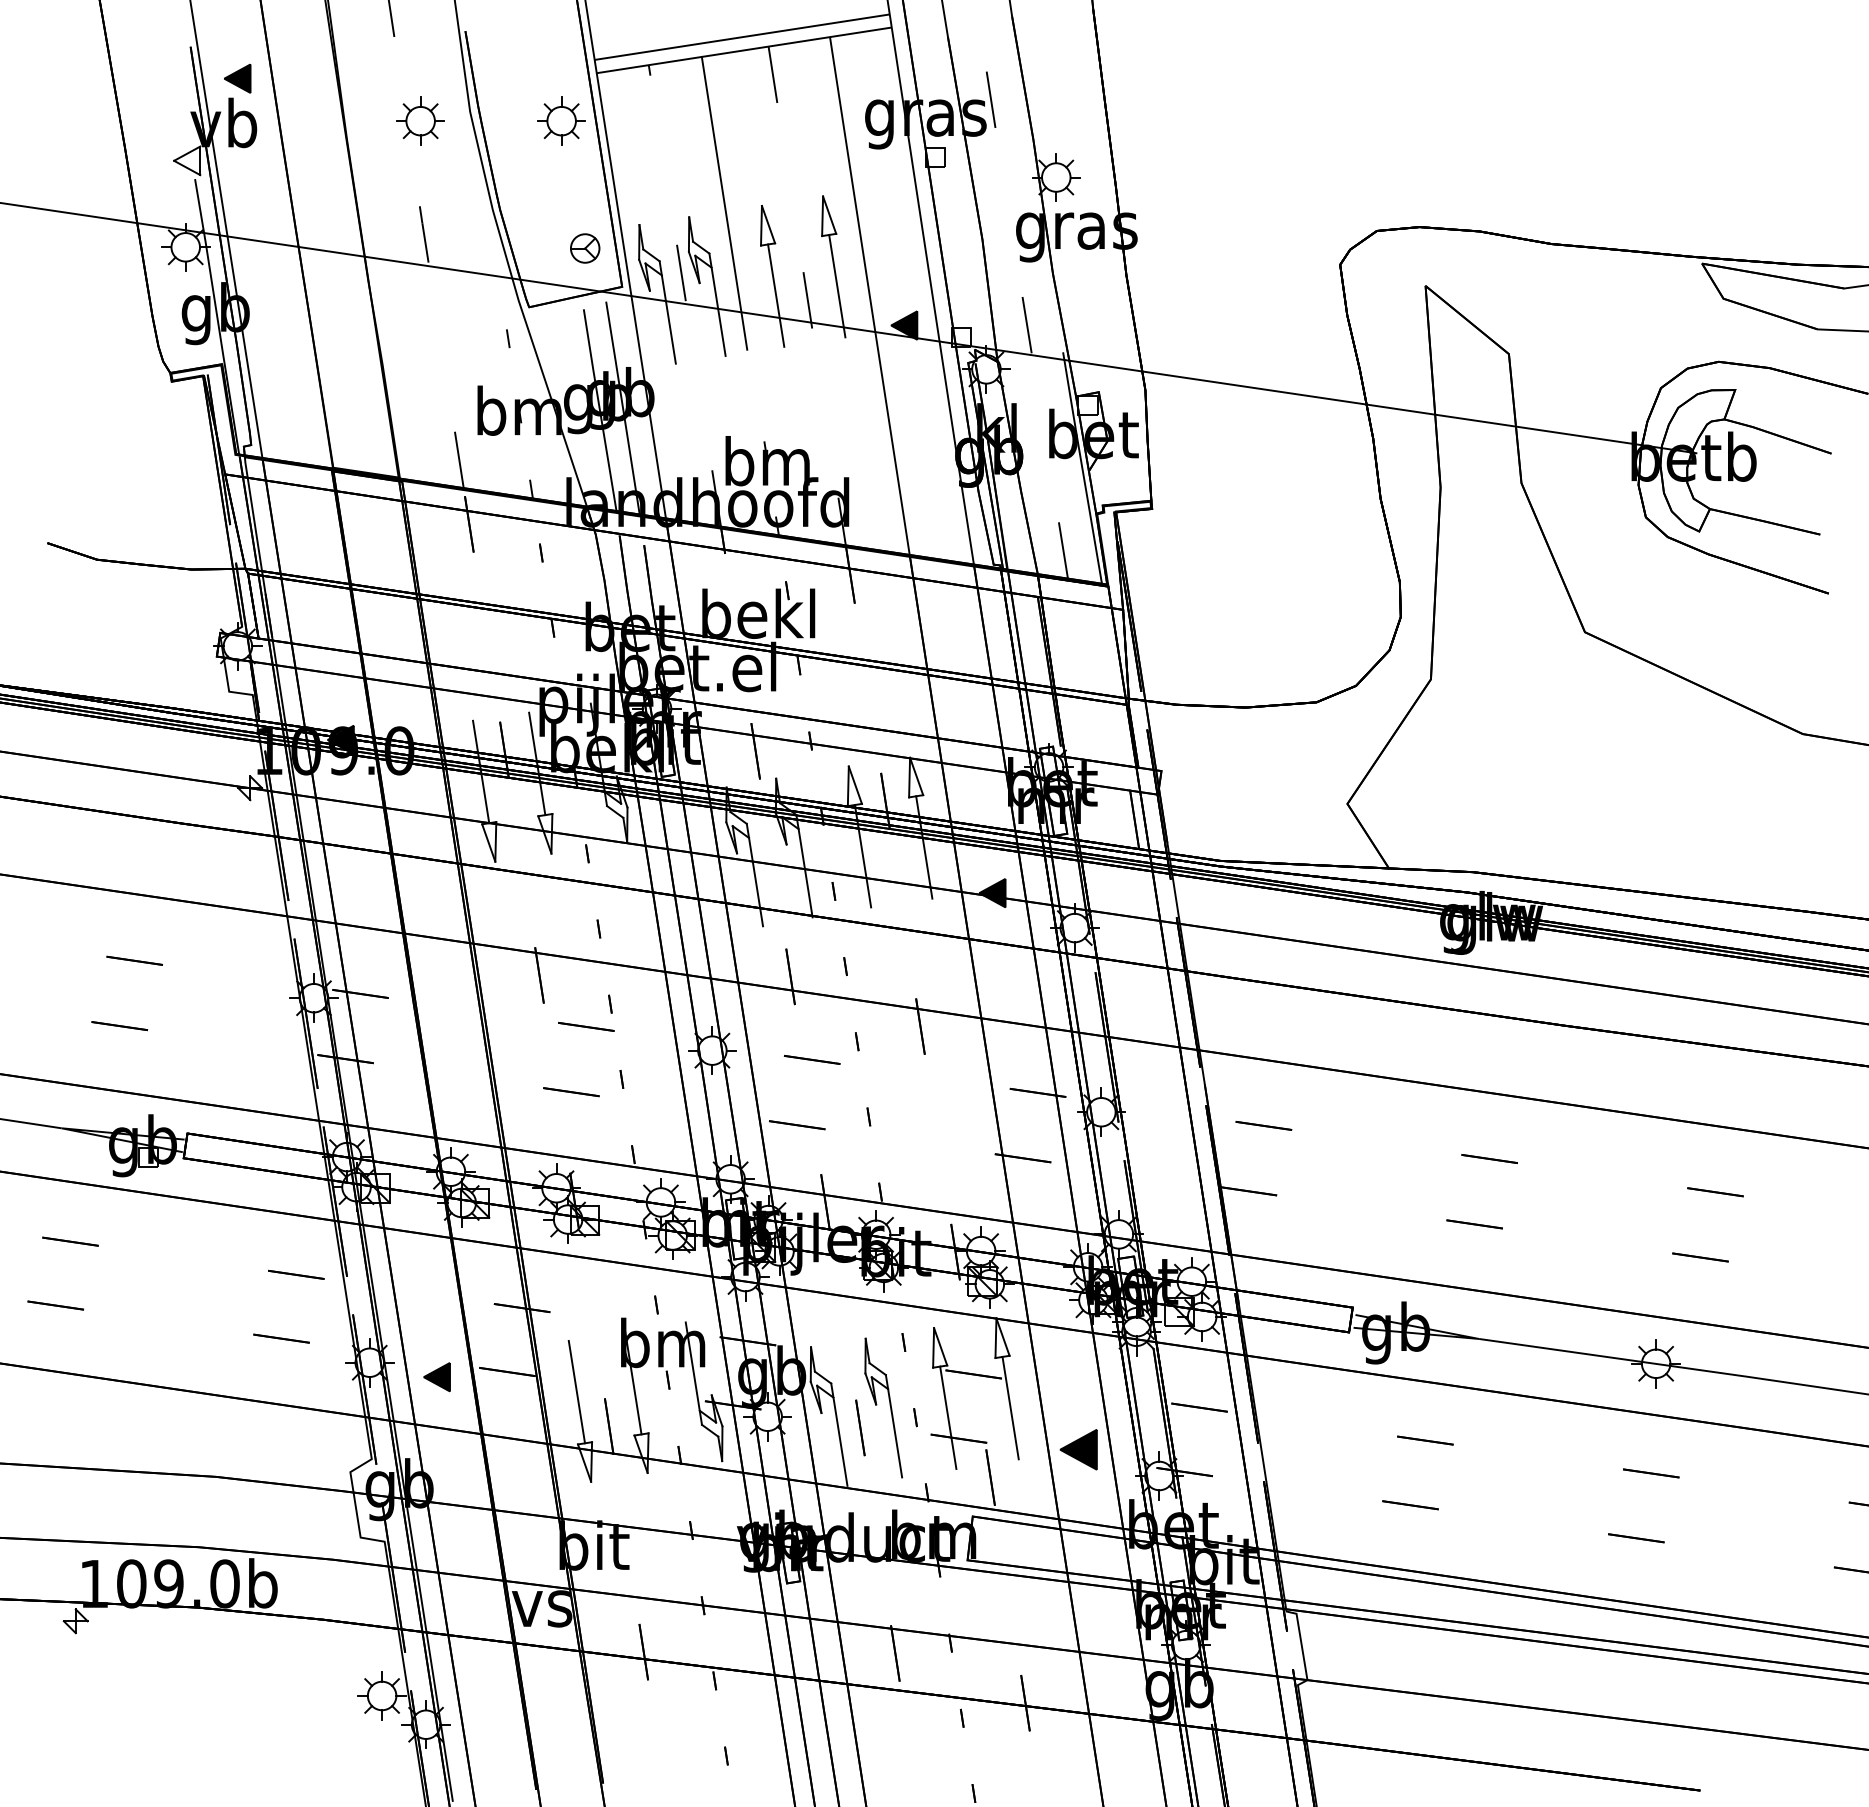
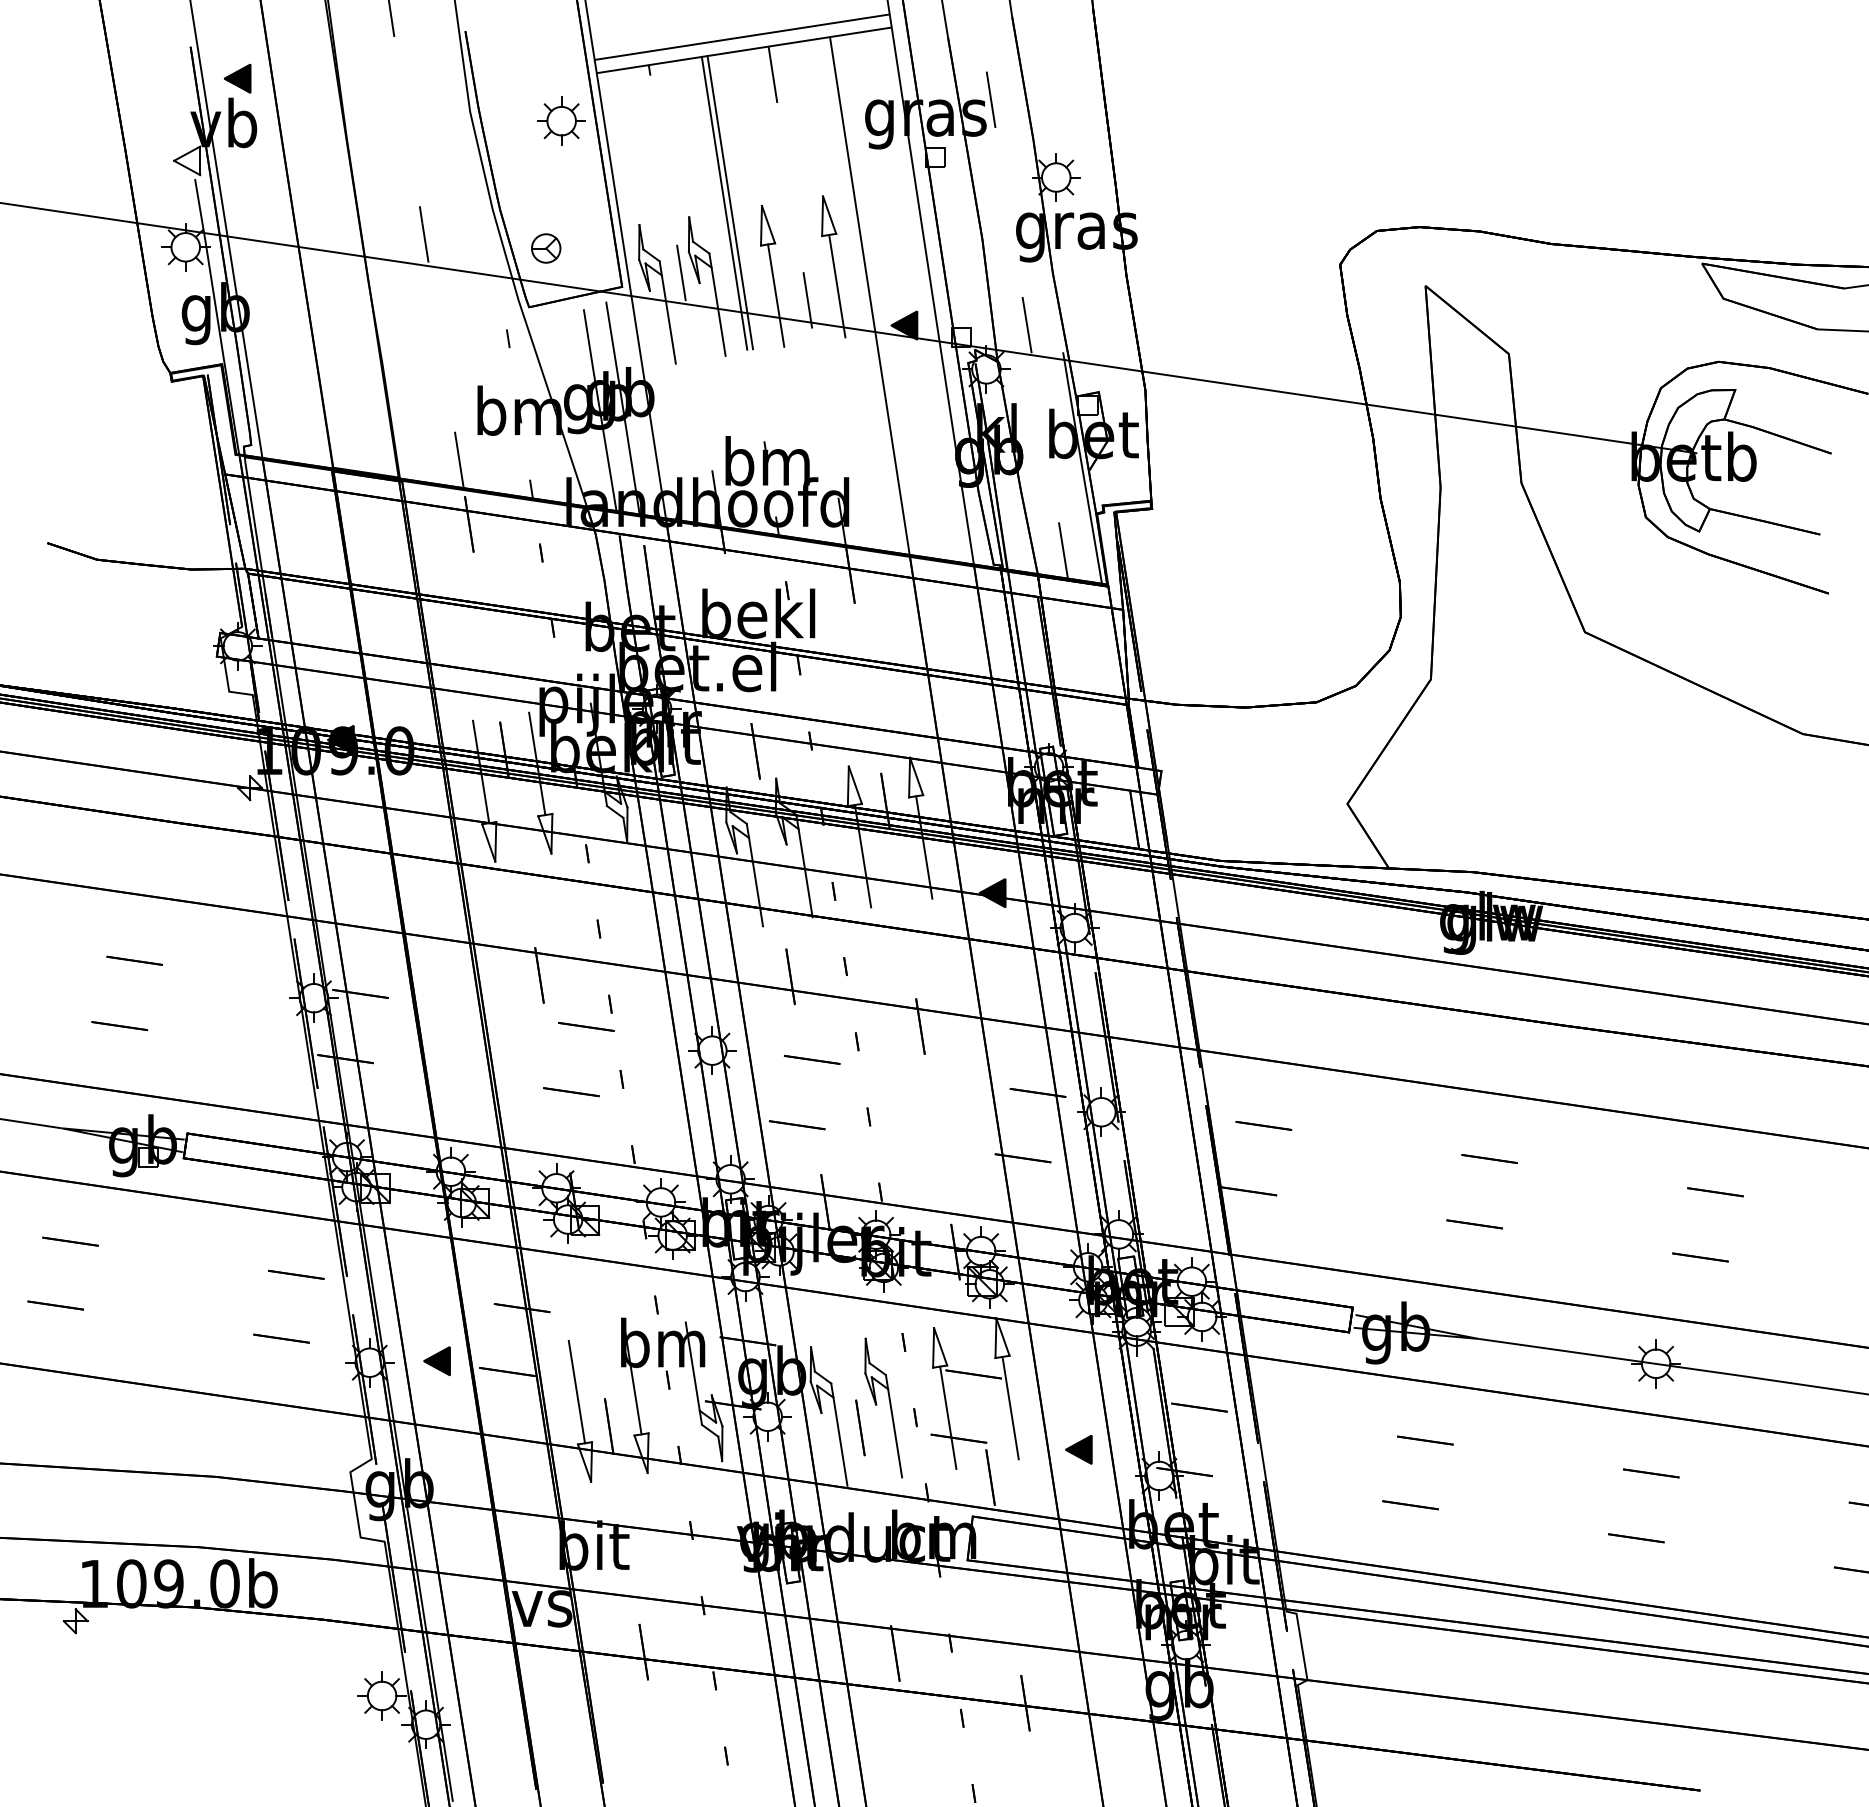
part at (420, 120): present -> none
line at (730, 202): none -> present
part at (585, 248) position: (585, 248) -> (546, 248)
part at (436, 1377) position: (436, 1377) -> (436, 1361)
part at (1078, 1449) size: 39x42 px -> 28x30 px
